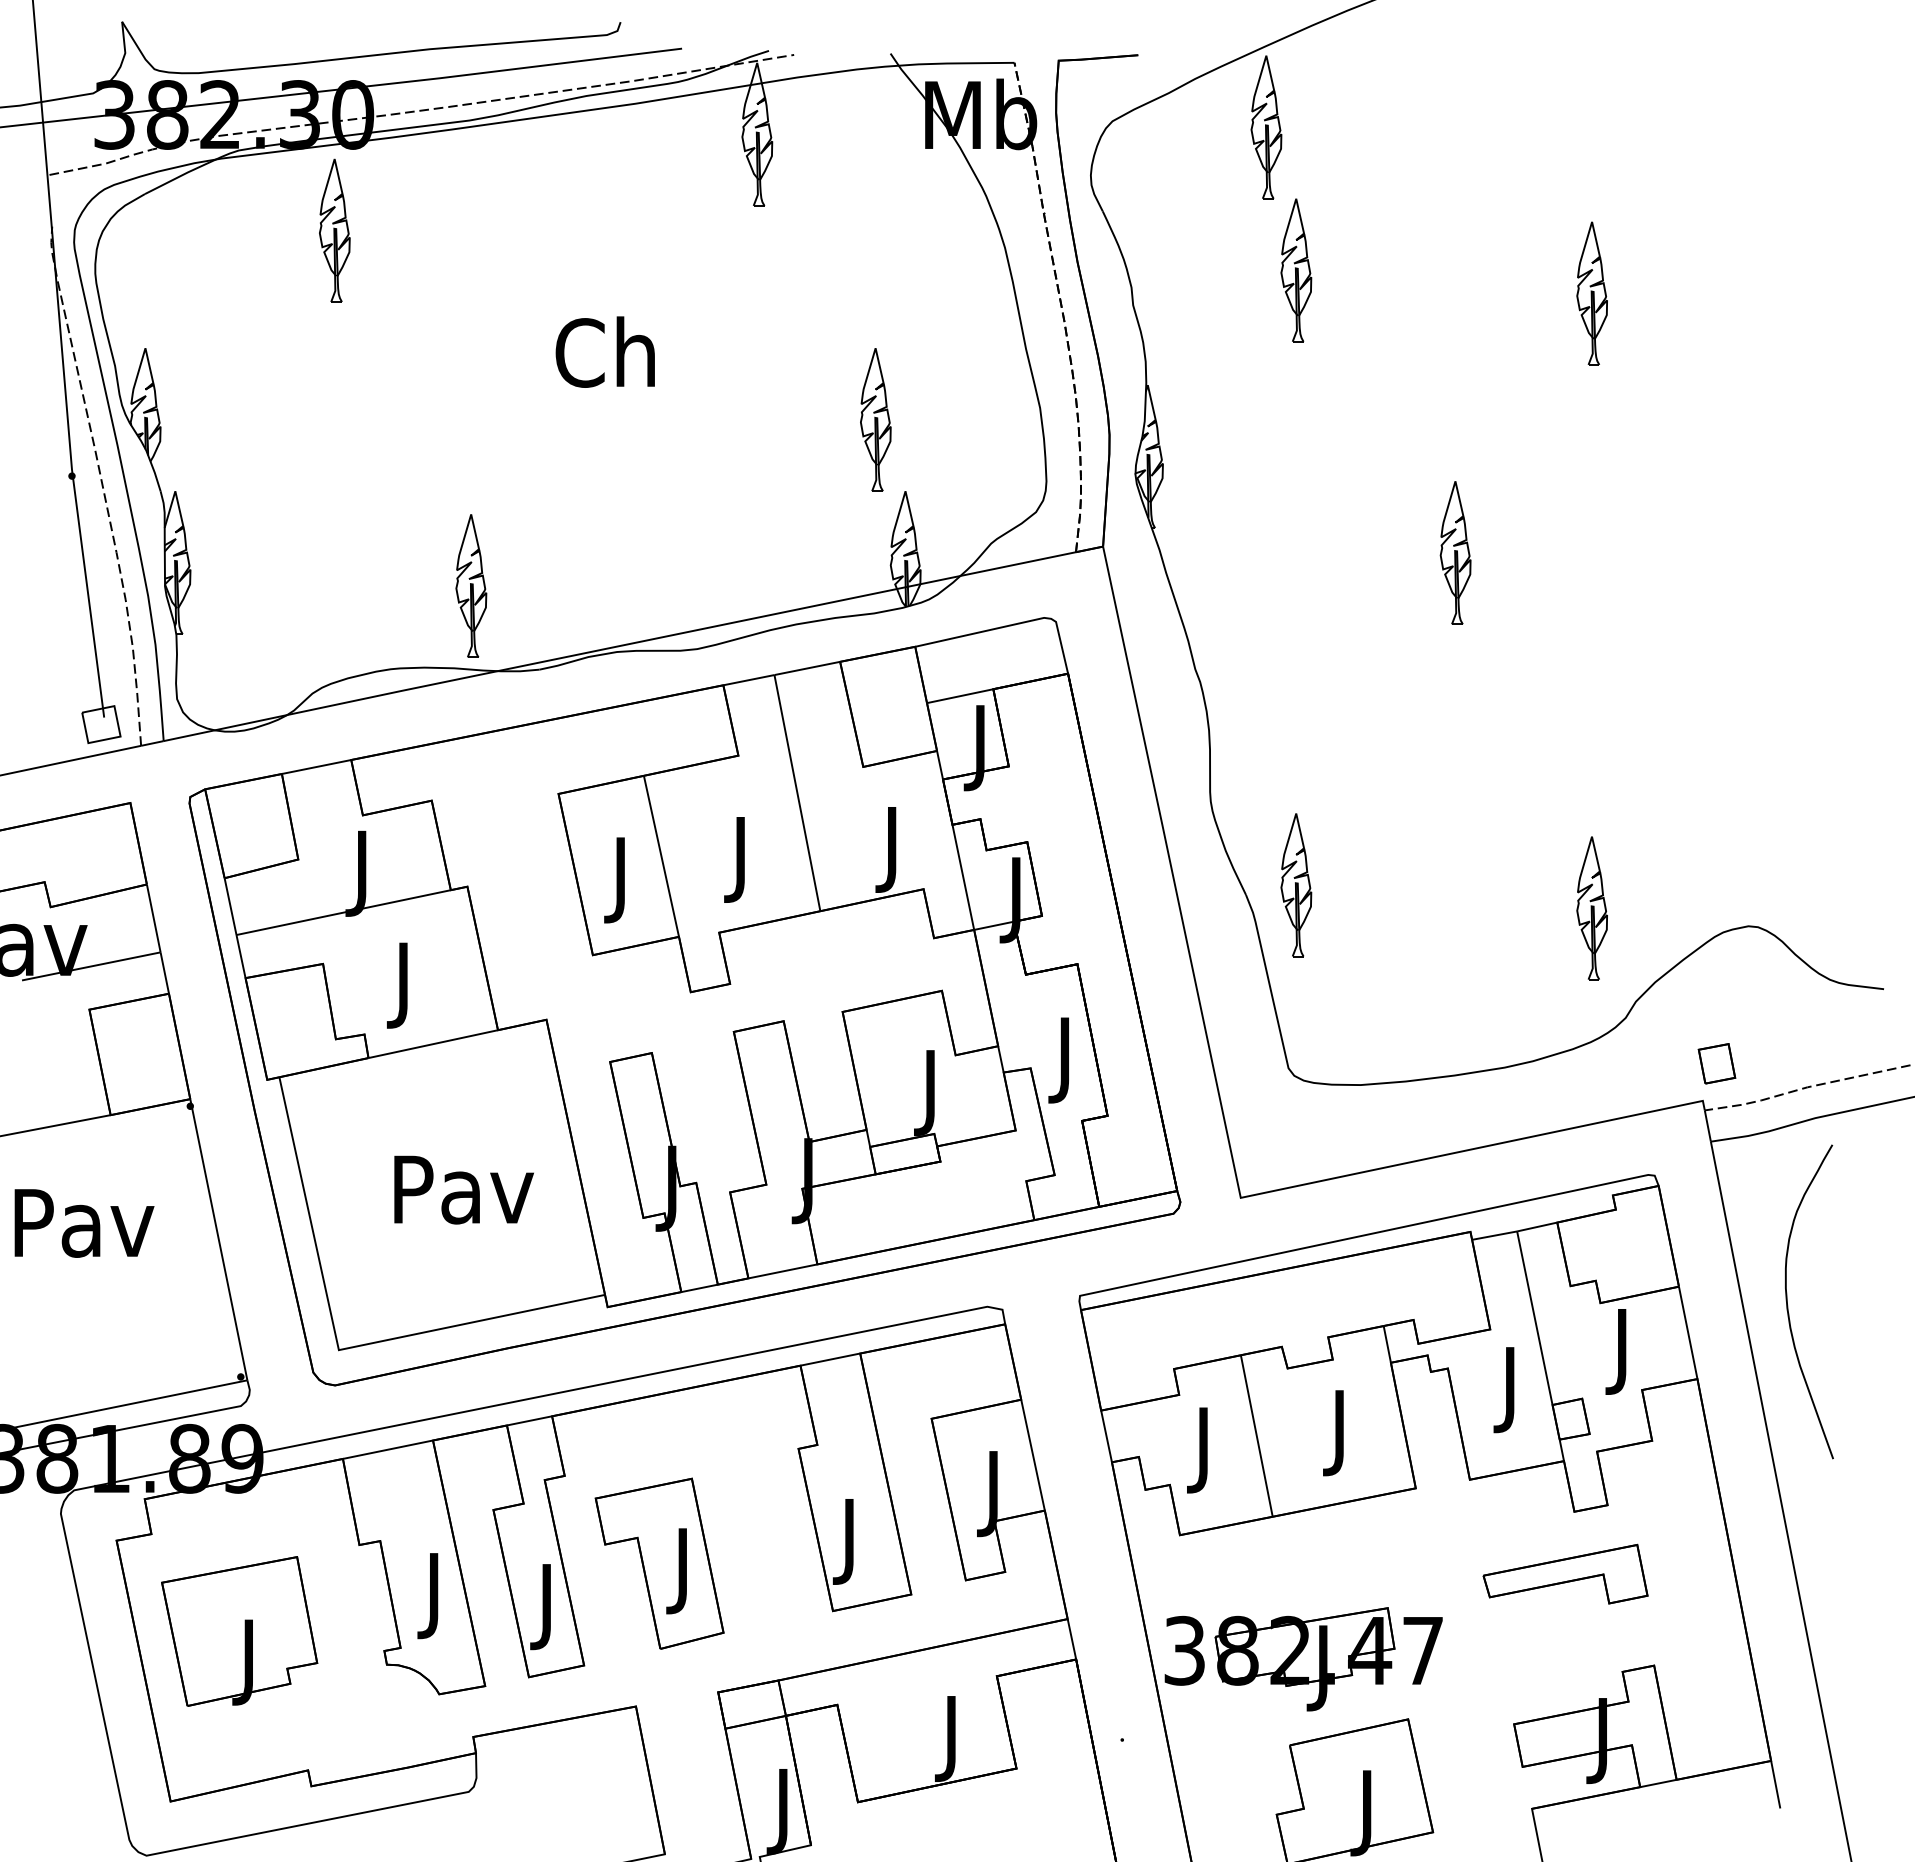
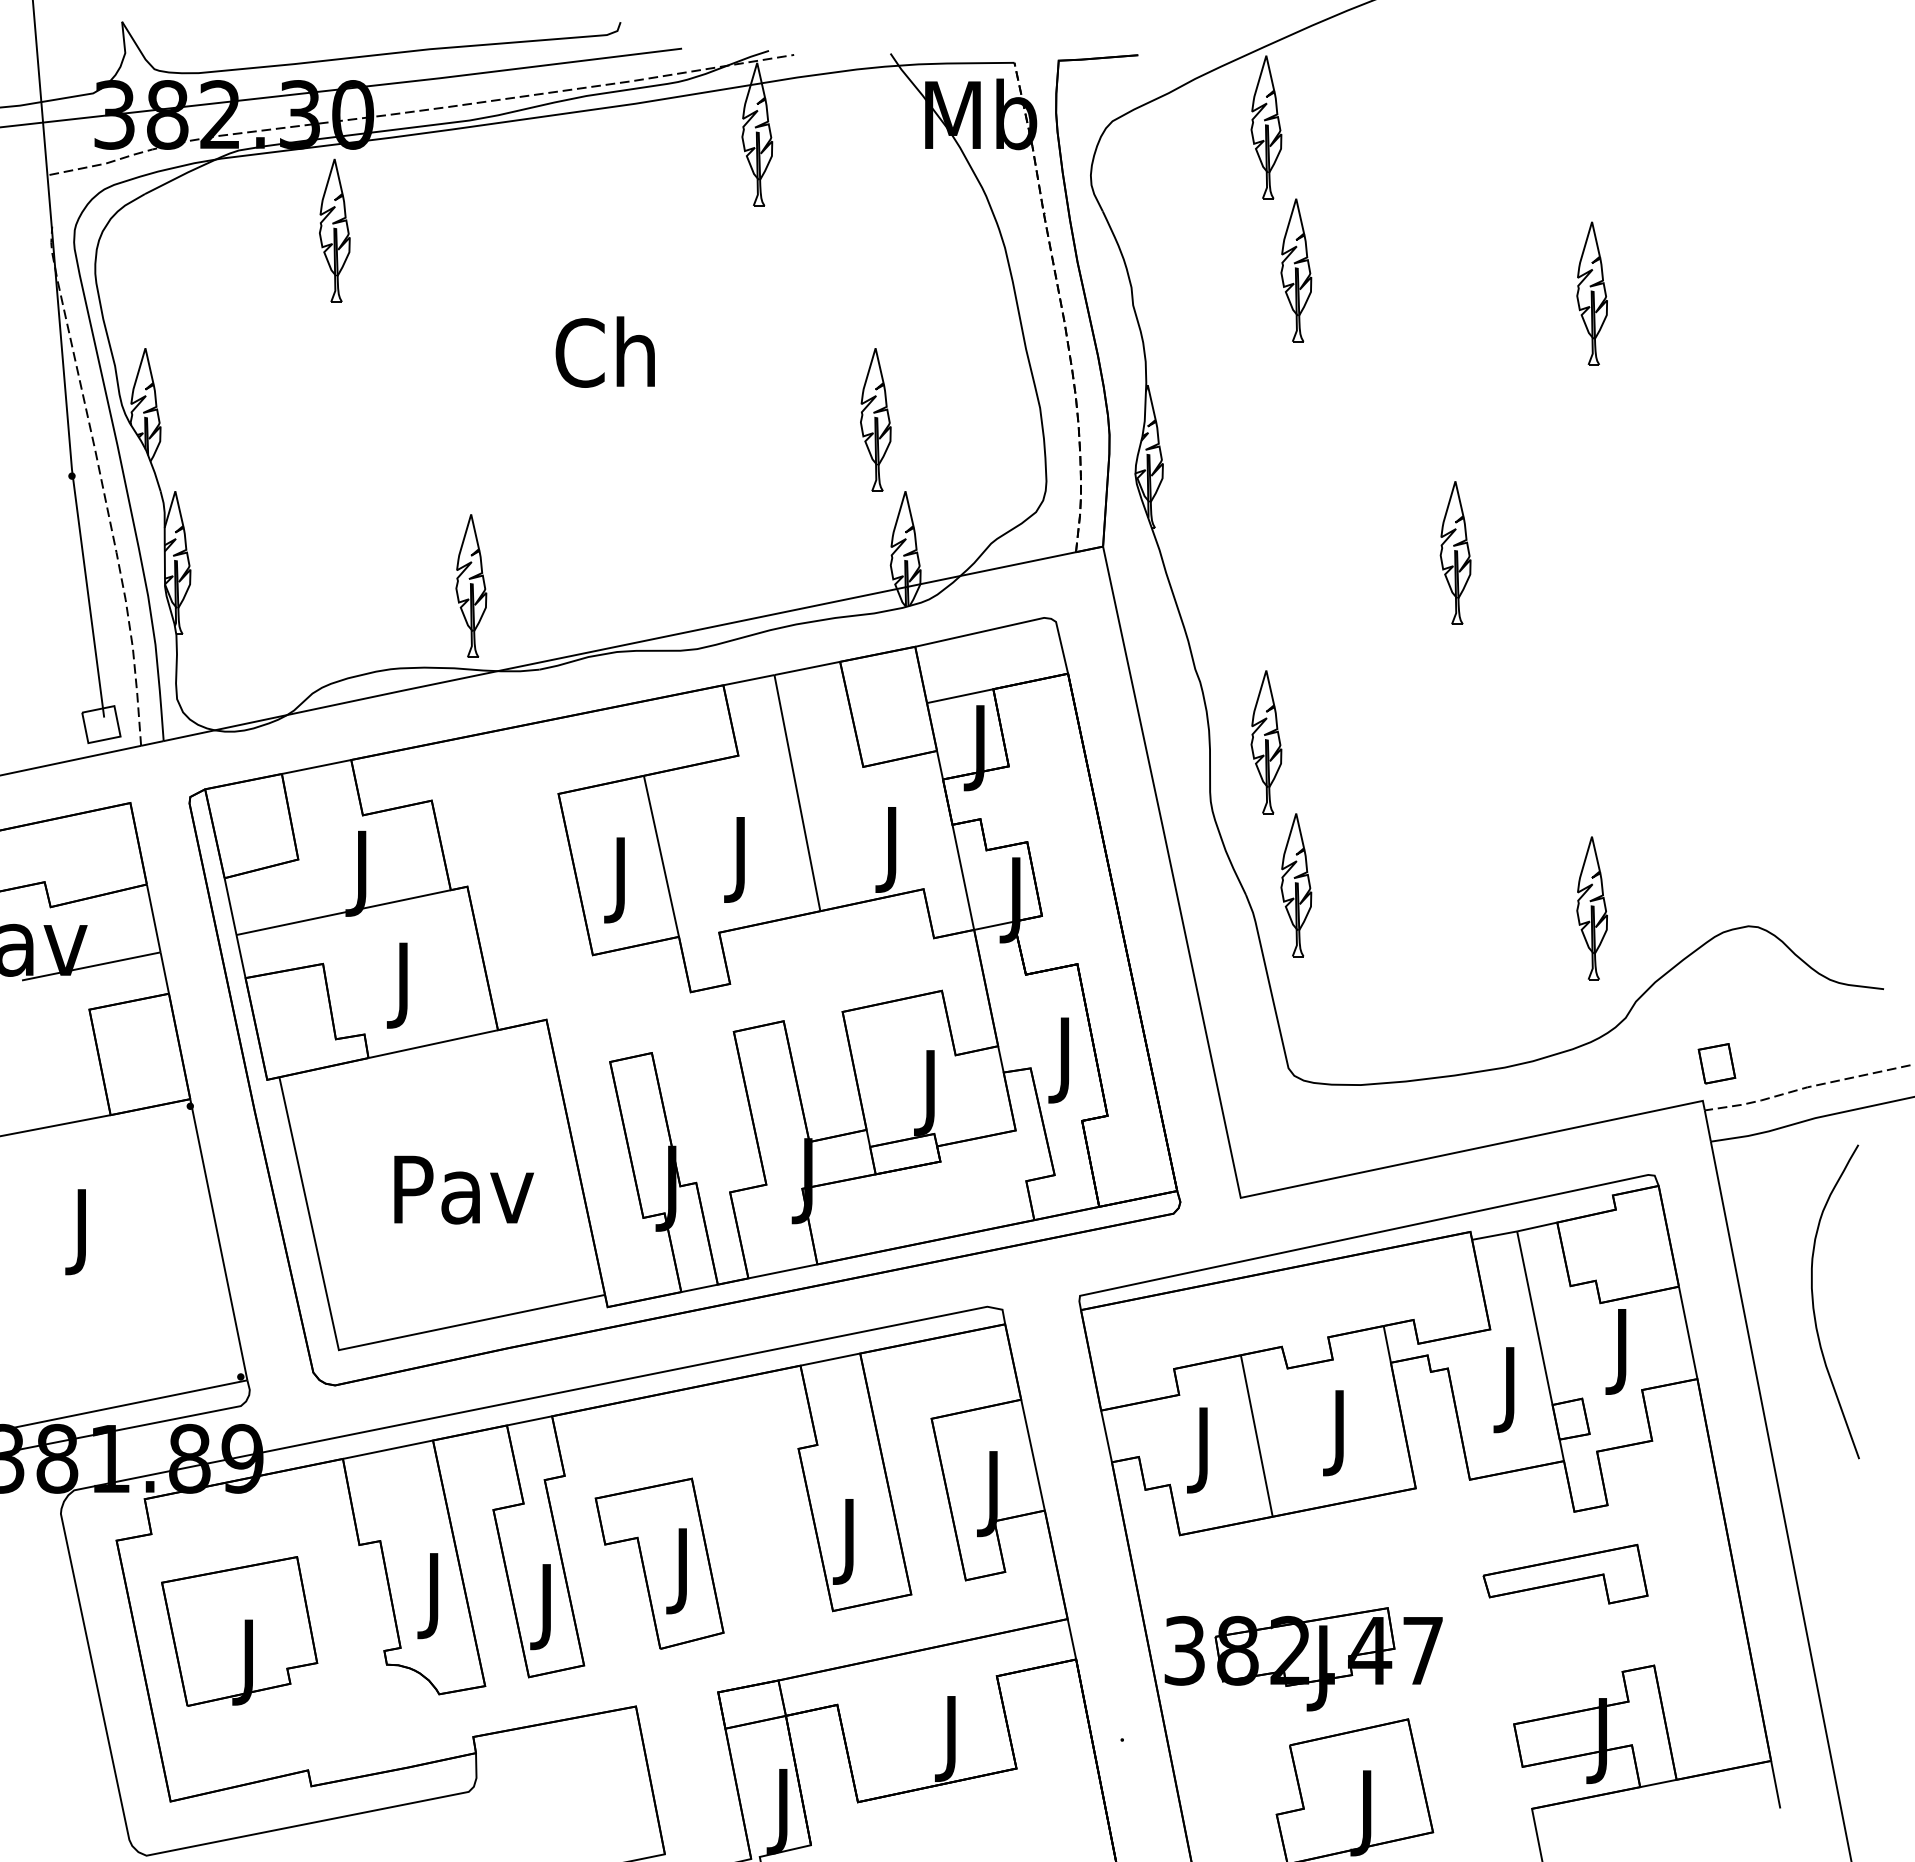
part at (1266, 742): none -> present
text at (84, 1232): Pav -> J
curve at (1788, 1305) position: (1788, 1305) -> (1814, 1305)
